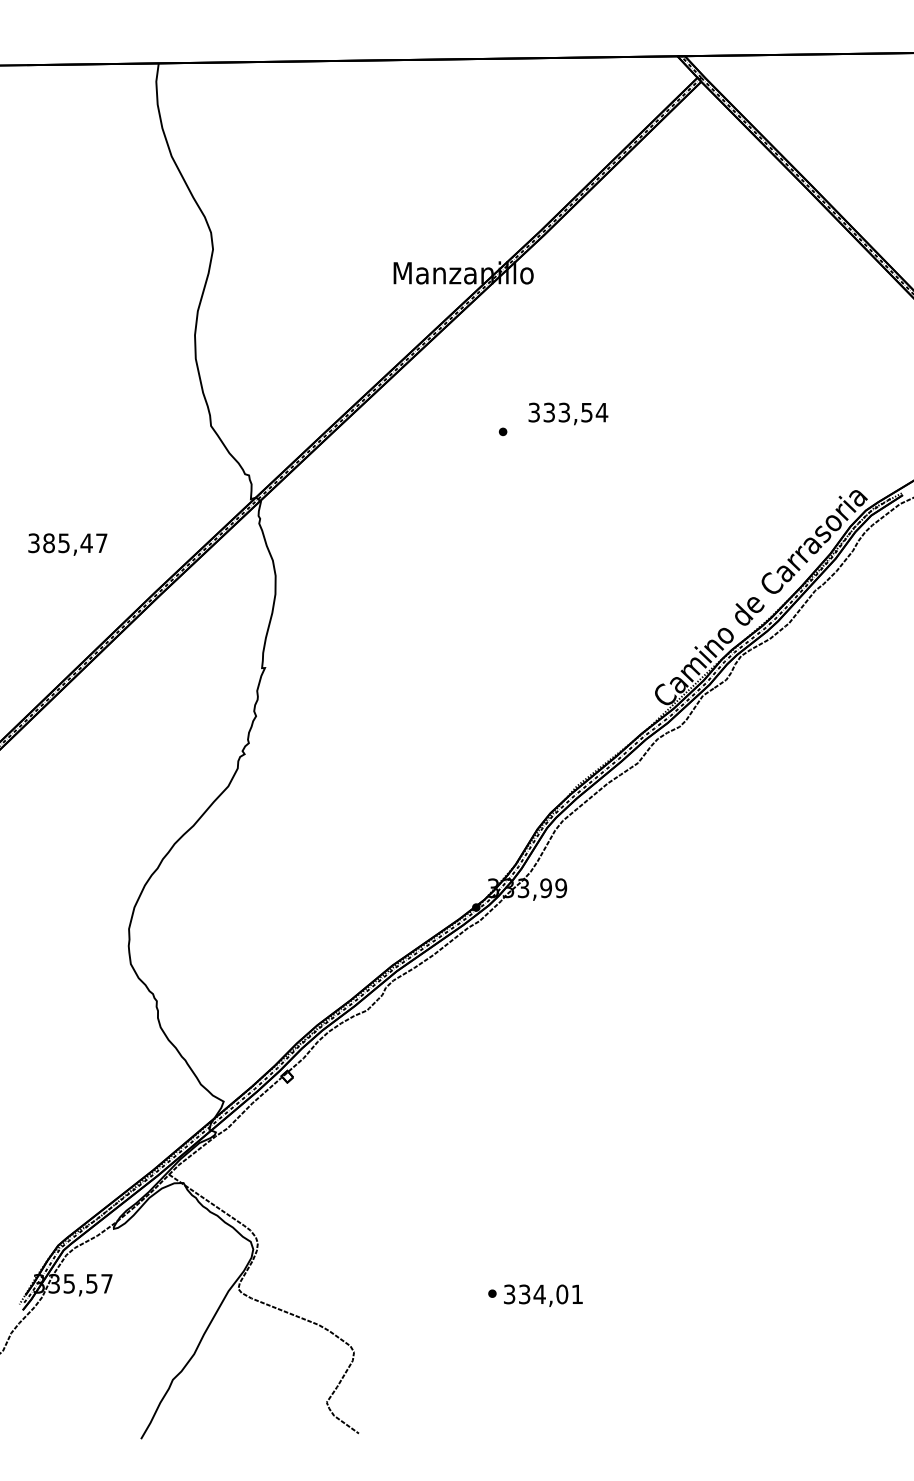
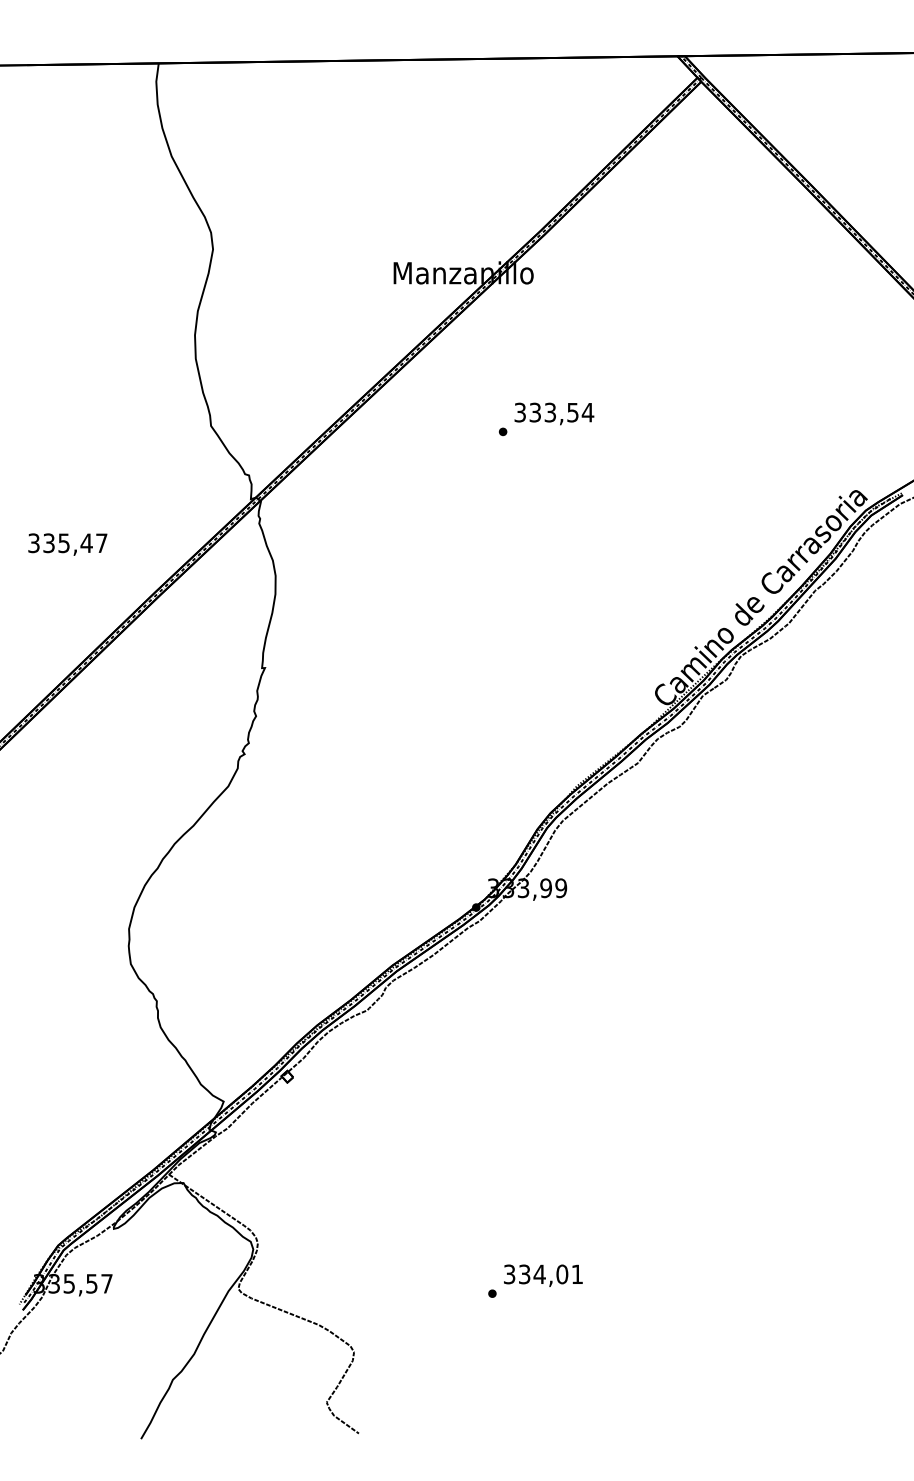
text at (568, 413) position: (568, 413) -> (554, 413)
text at (48, 543): 385,47 -> 335,47
text at (543, 1295) position: (543, 1295) -> (543, 1275)
